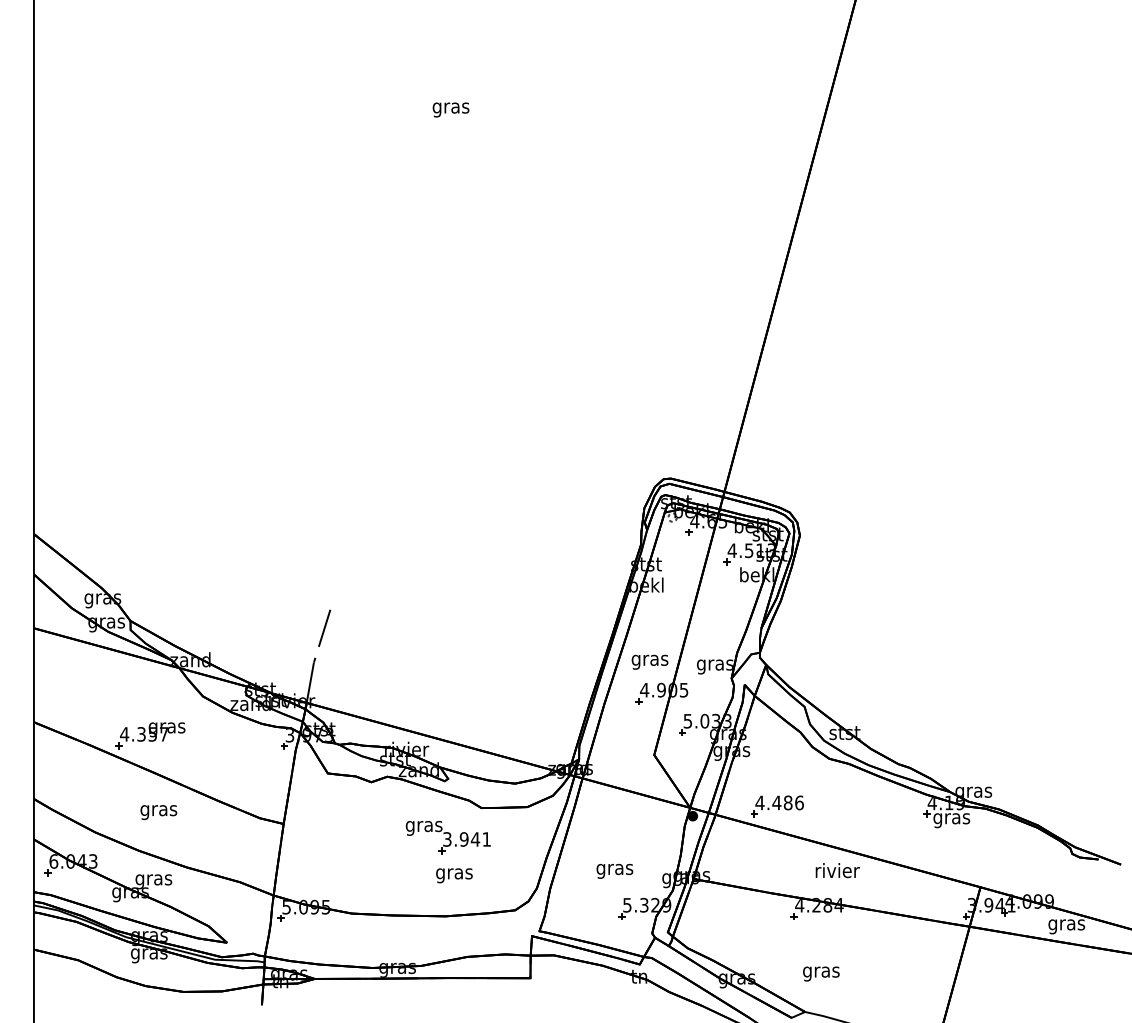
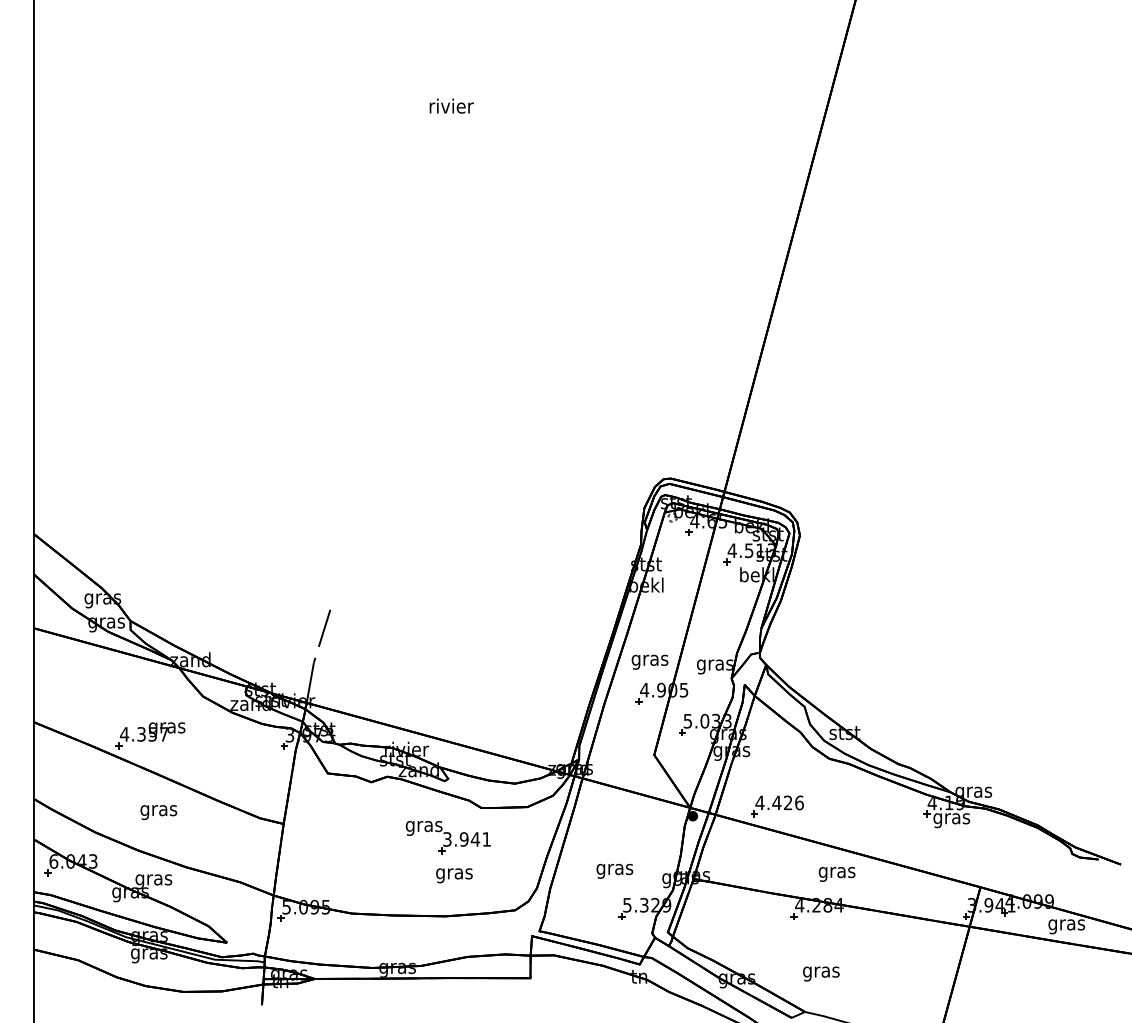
text at (451, 107): gras -> rivier
text at (787, 802): 4.486 -> 4.426
text at (837, 872): rivier -> gras
